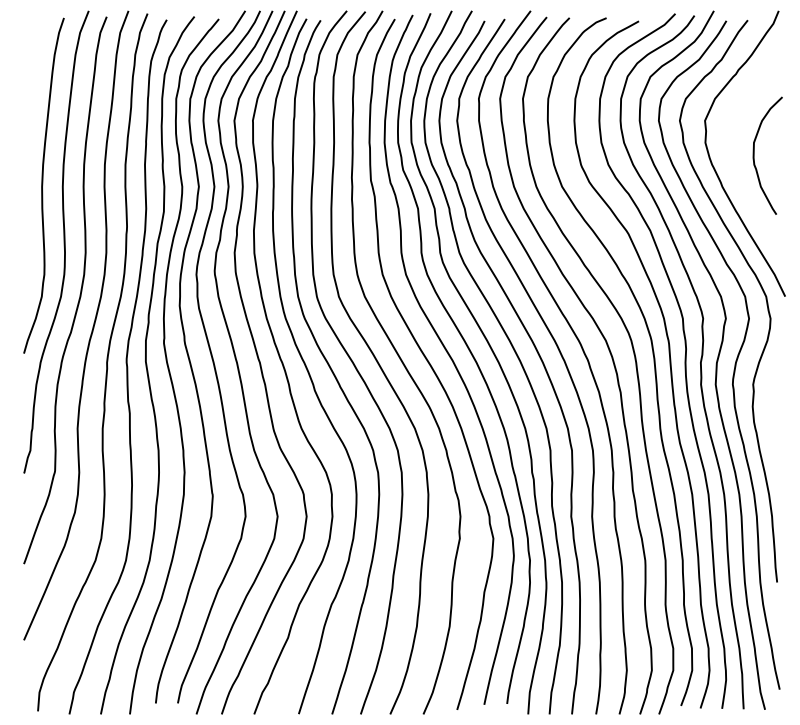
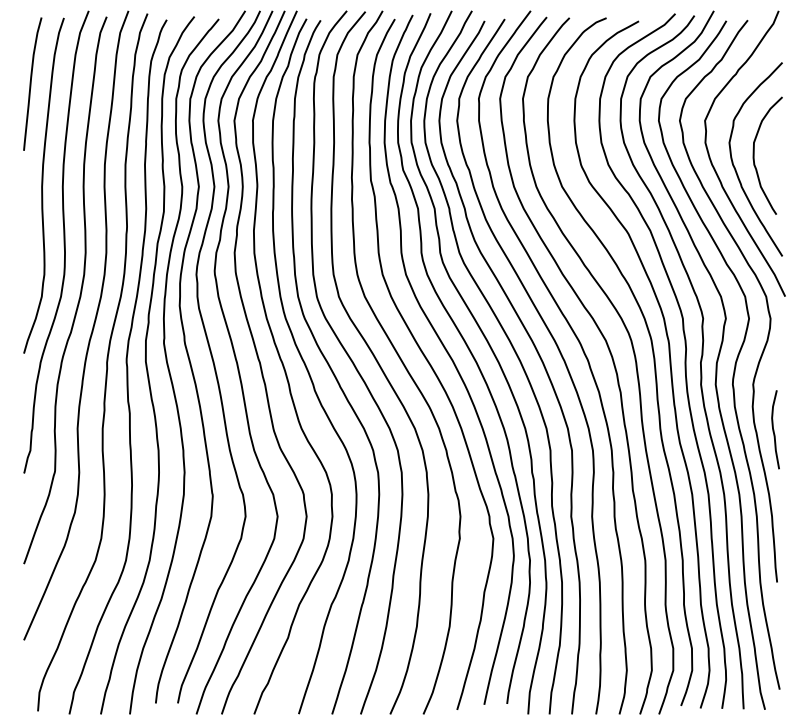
curve at (31, 83): none -> present
curve at (736, 169): none -> present
curve at (774, 429): none -> present
